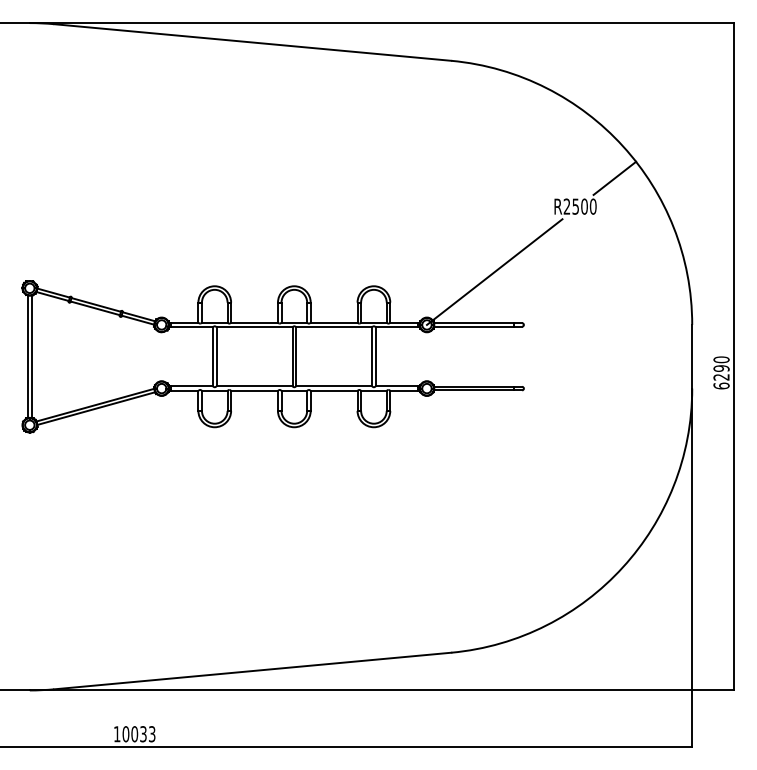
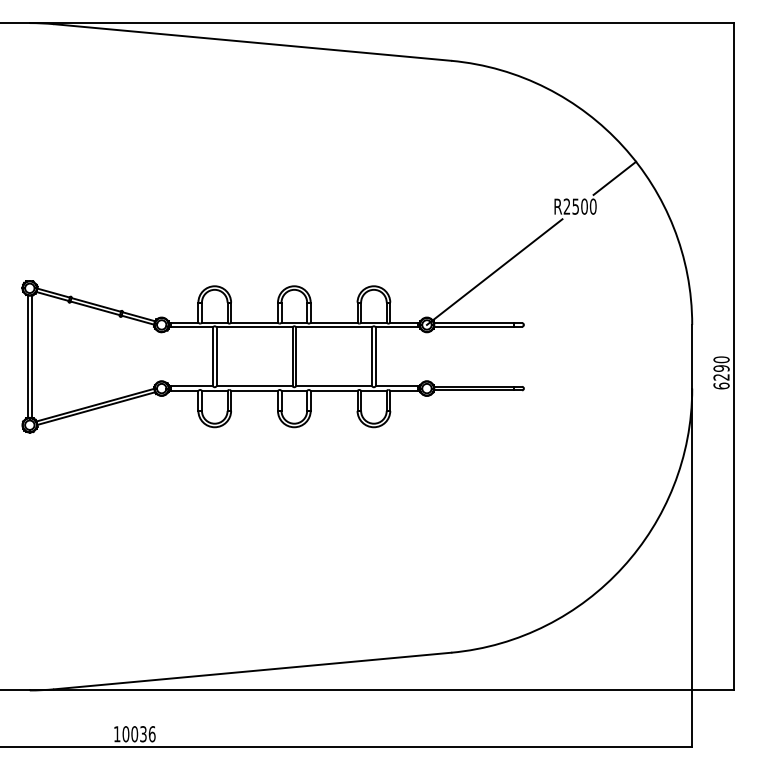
text at (151, 734): 10033 -> 10036
